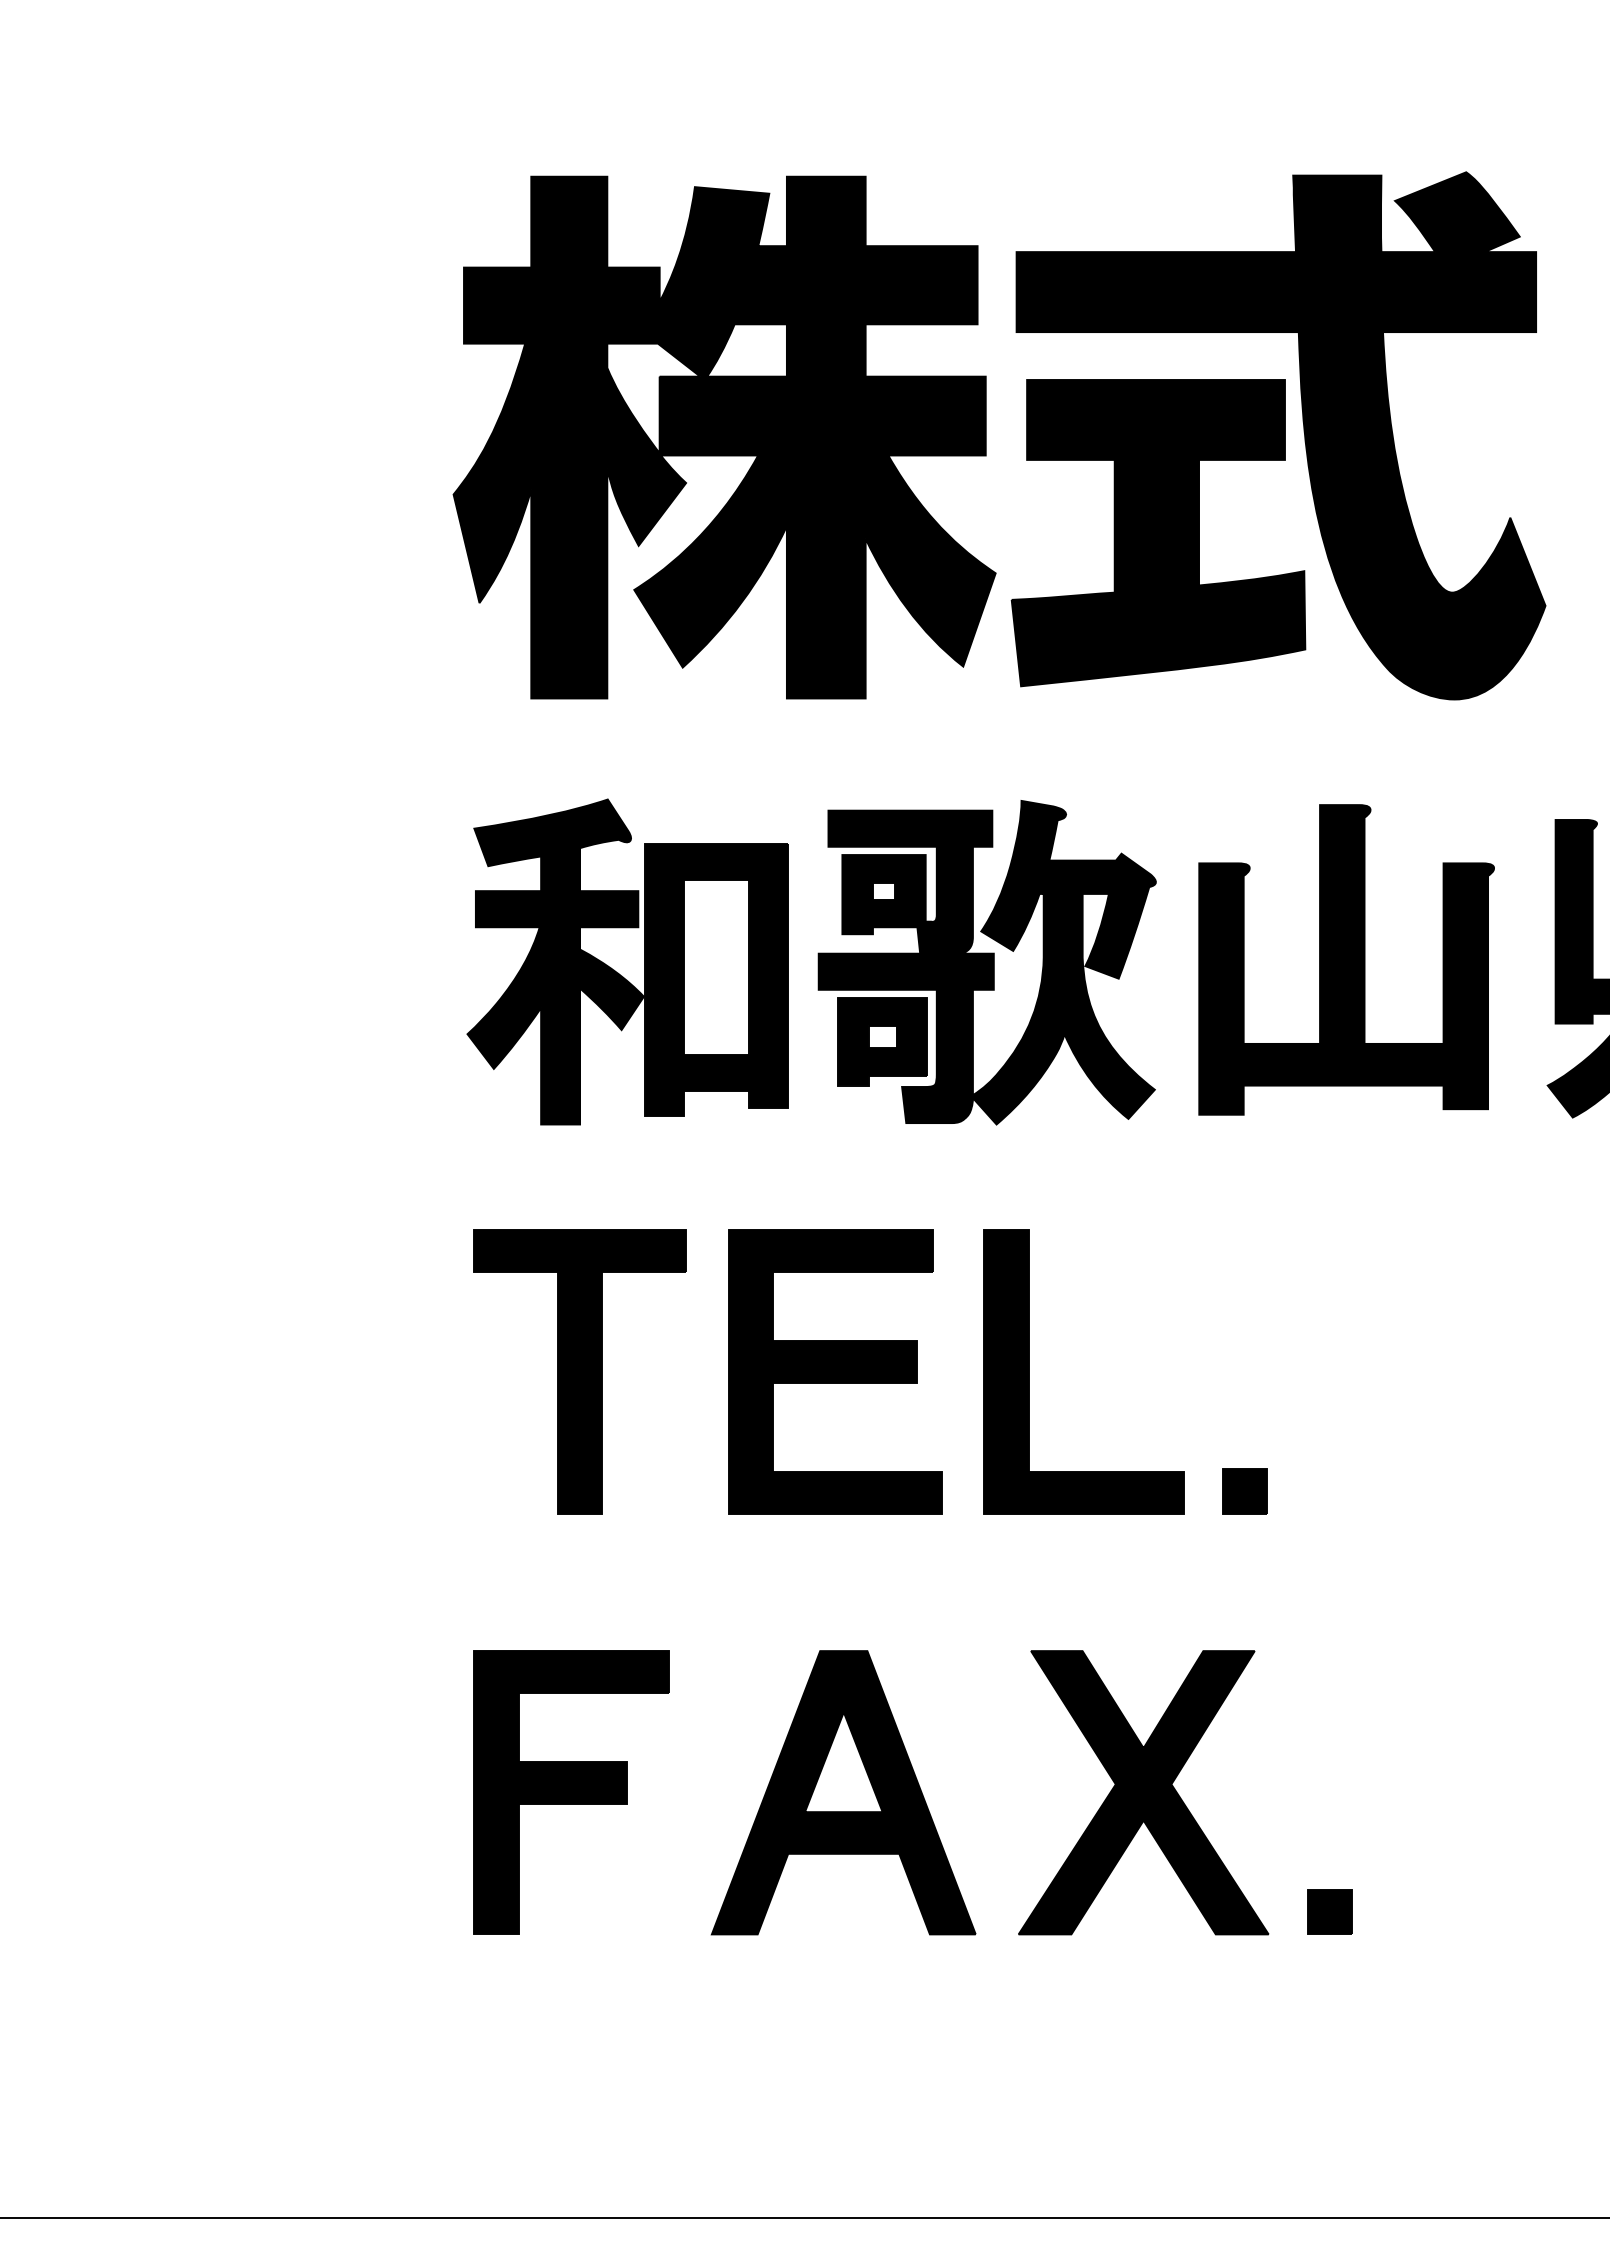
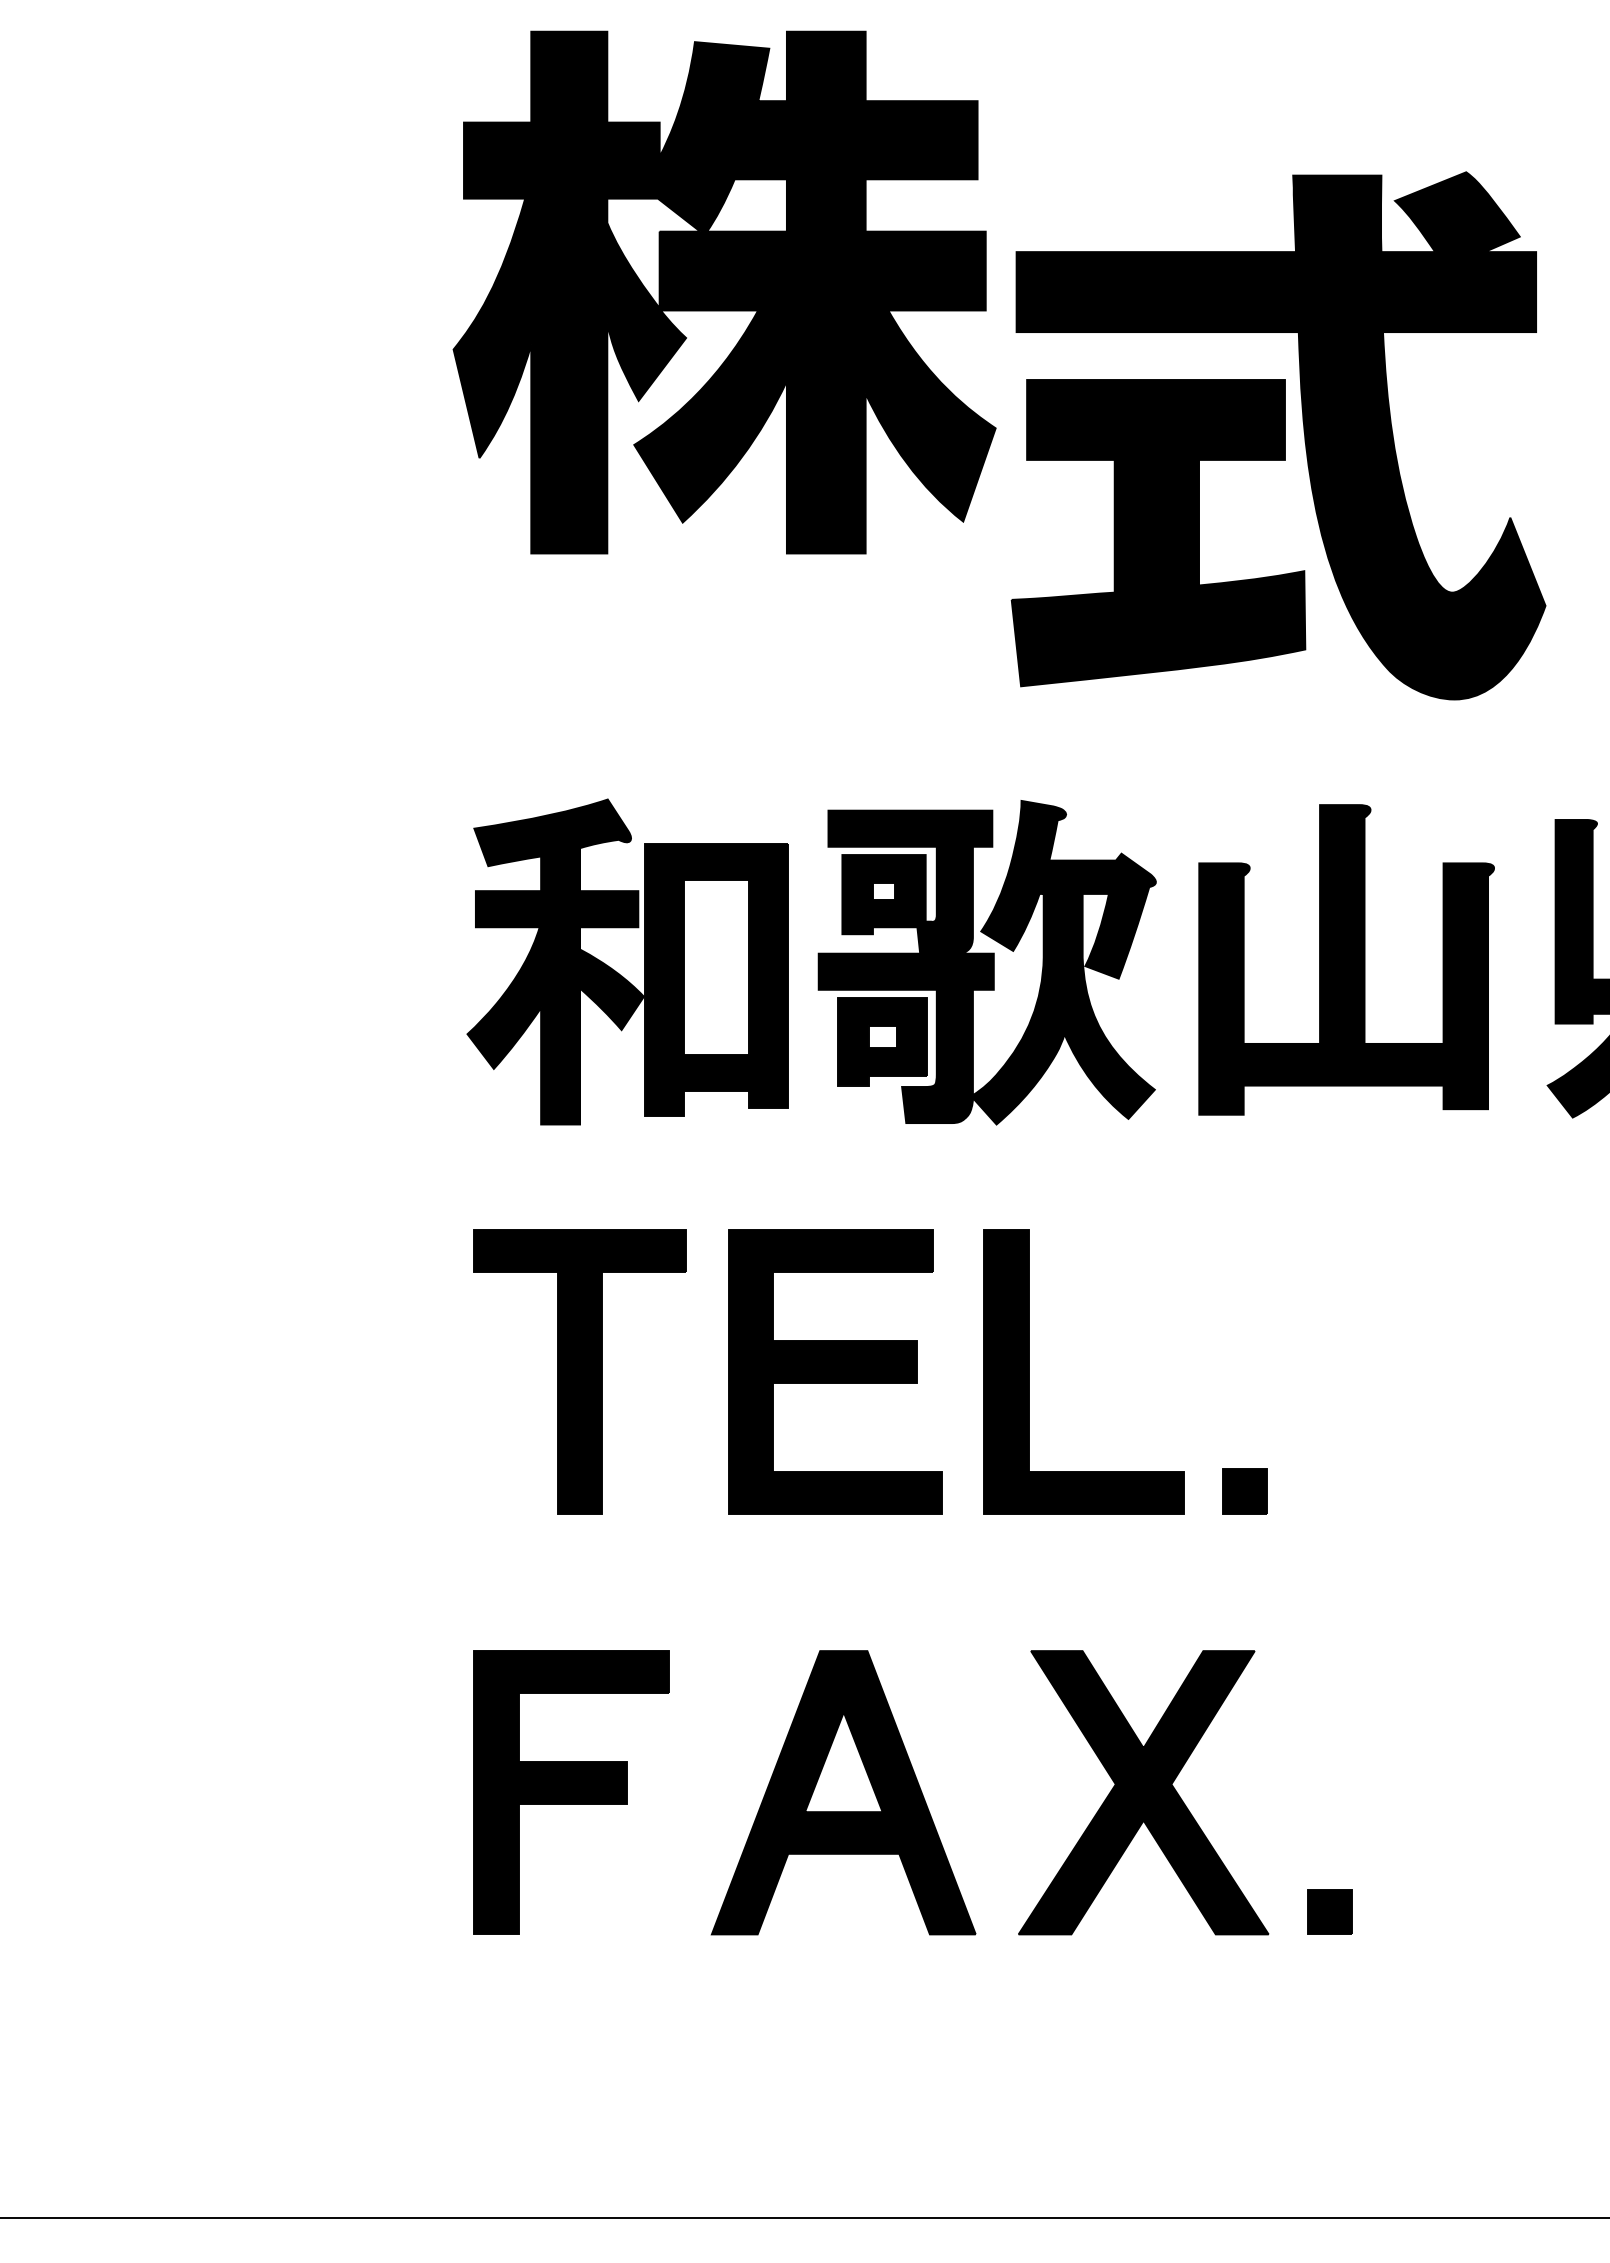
part at (724, 437) position: (724, 437) -> (724, 292)
